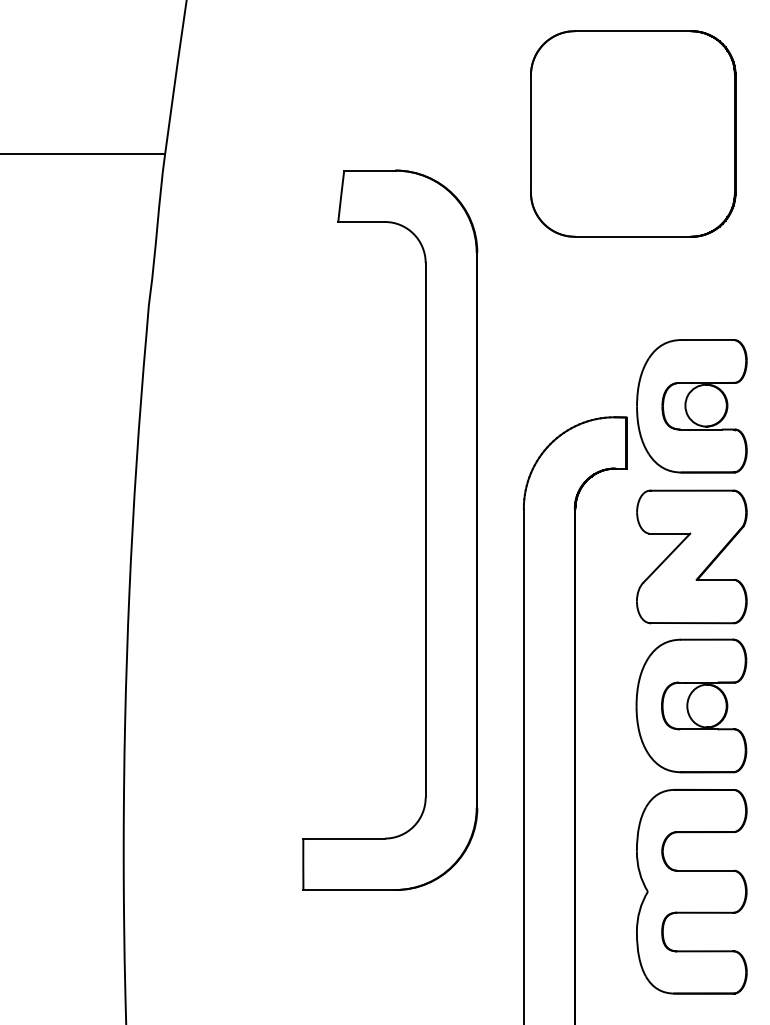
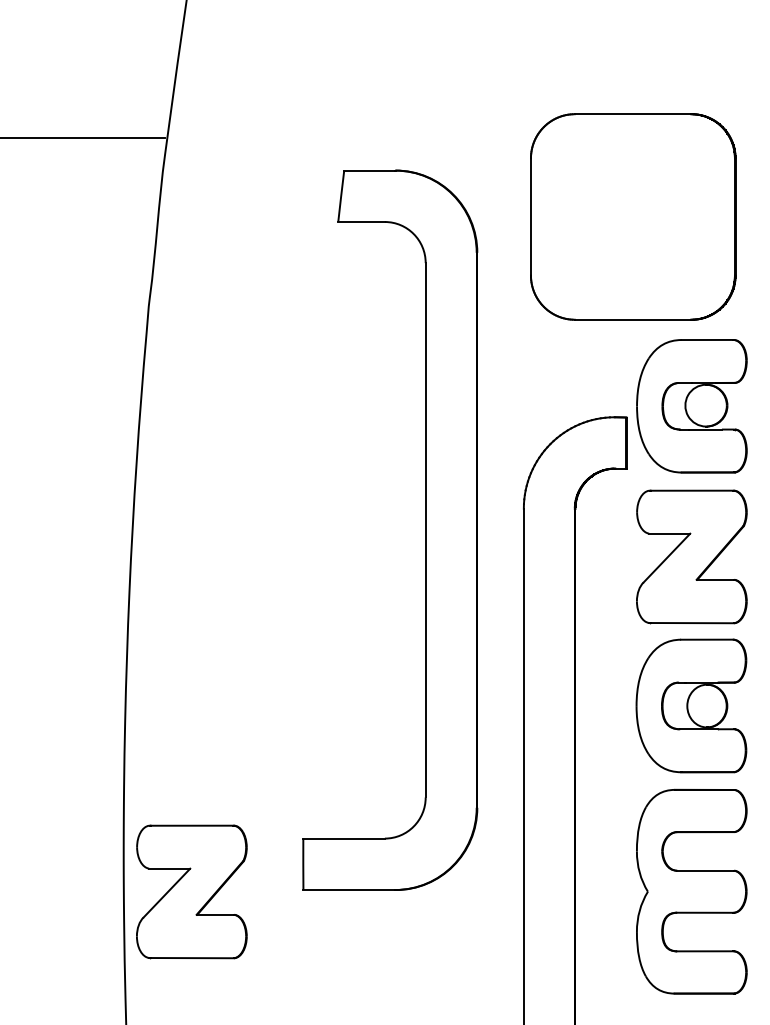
part at (633, 133) position: (633, 133) -> (633, 216)
line at (83, 154) position: (83, 154) -> (83, 138)
part at (191, 891): none -> present
